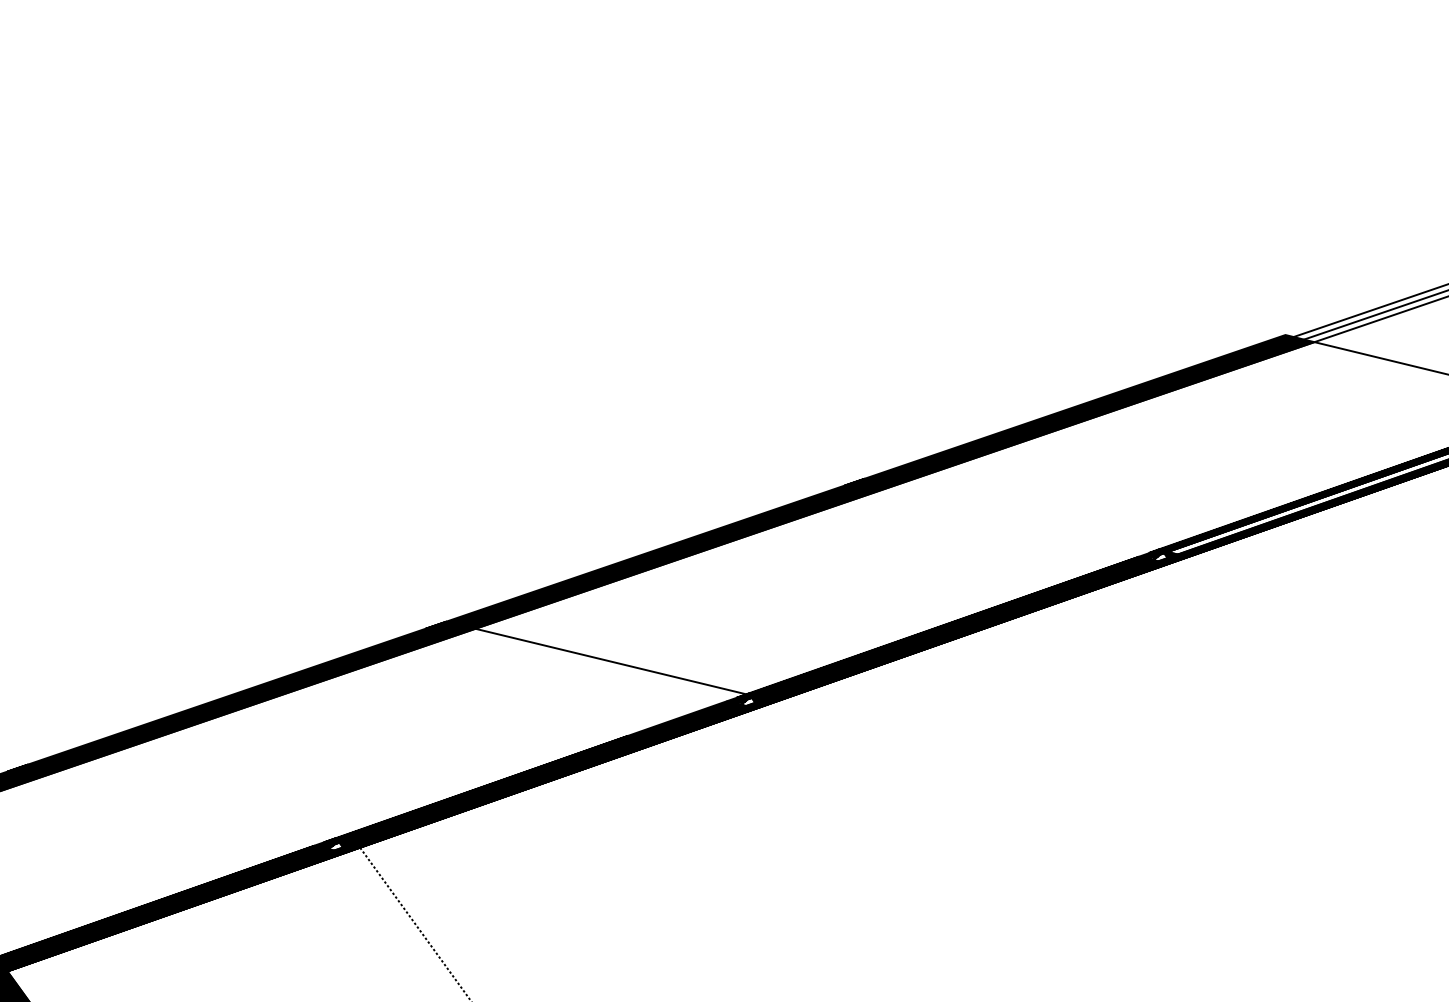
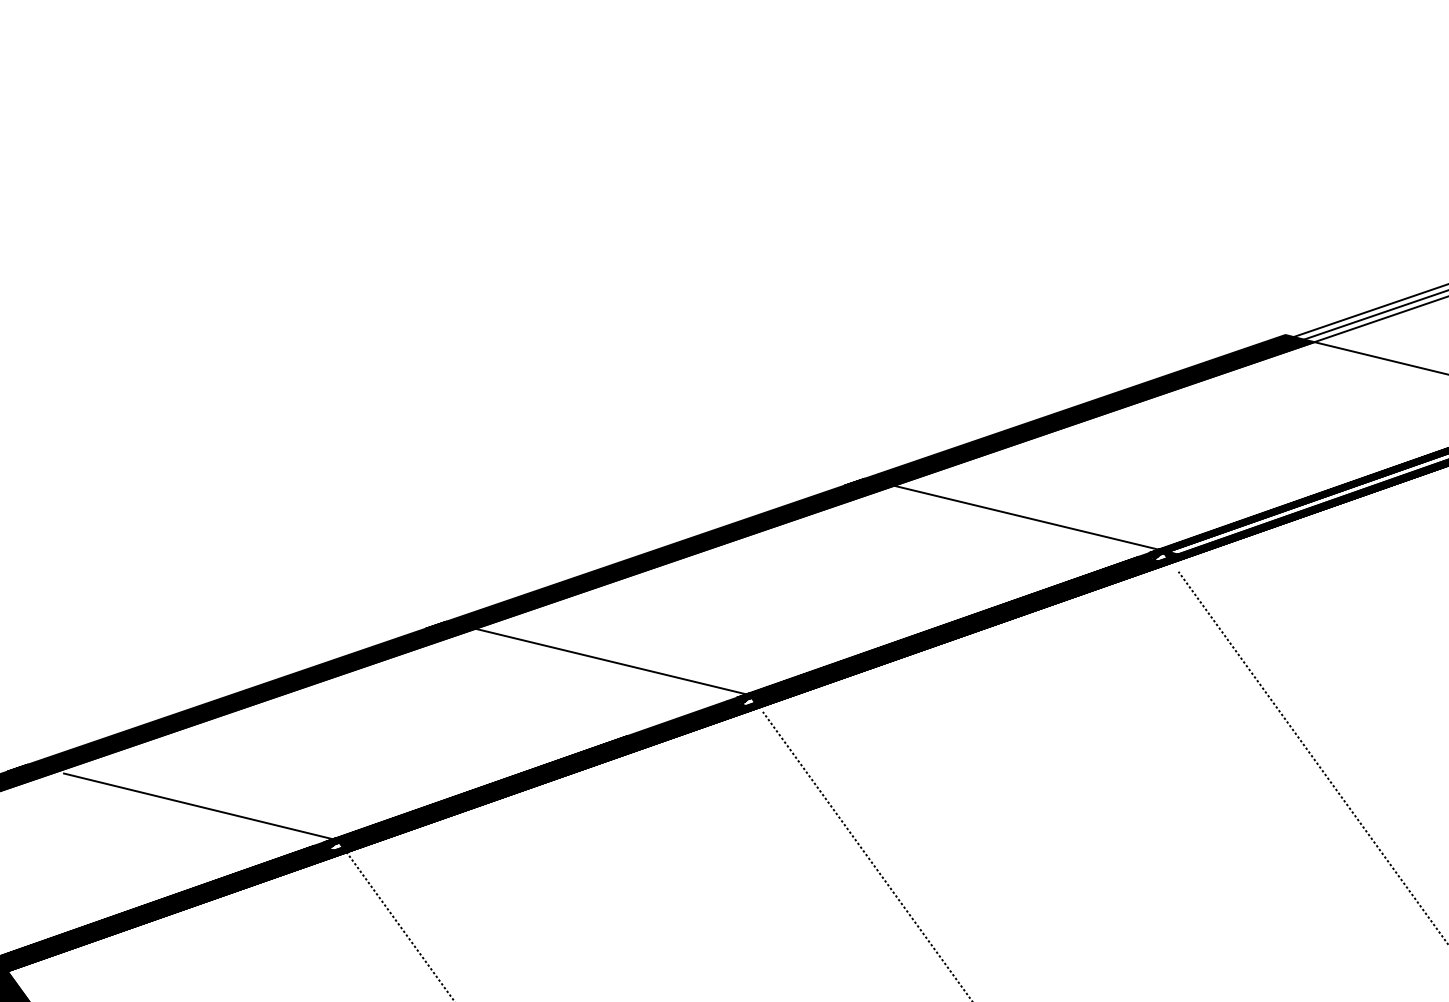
line at (1026, 517): none -> present
line at (1311, 756): none -> present
line at (194, 805): none -> present
line at (866, 854): none -> present
line at (413, 921) position: (413, 921) -> (399, 925)
